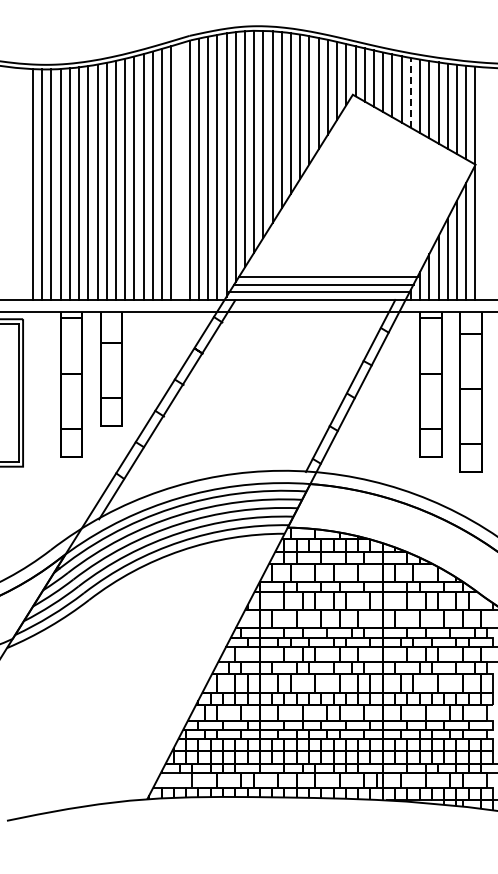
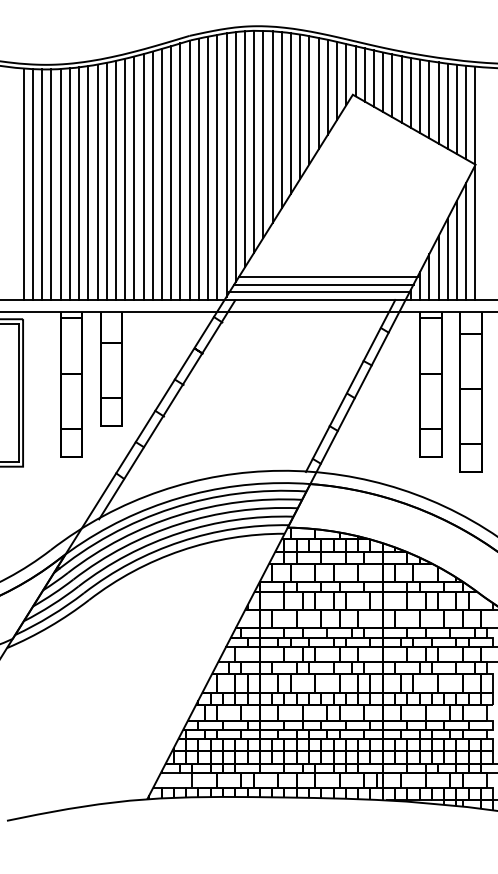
line at (410, 92): dashed -> solid
line at (180, 171): none -> present
line at (23, 183): none -> present
